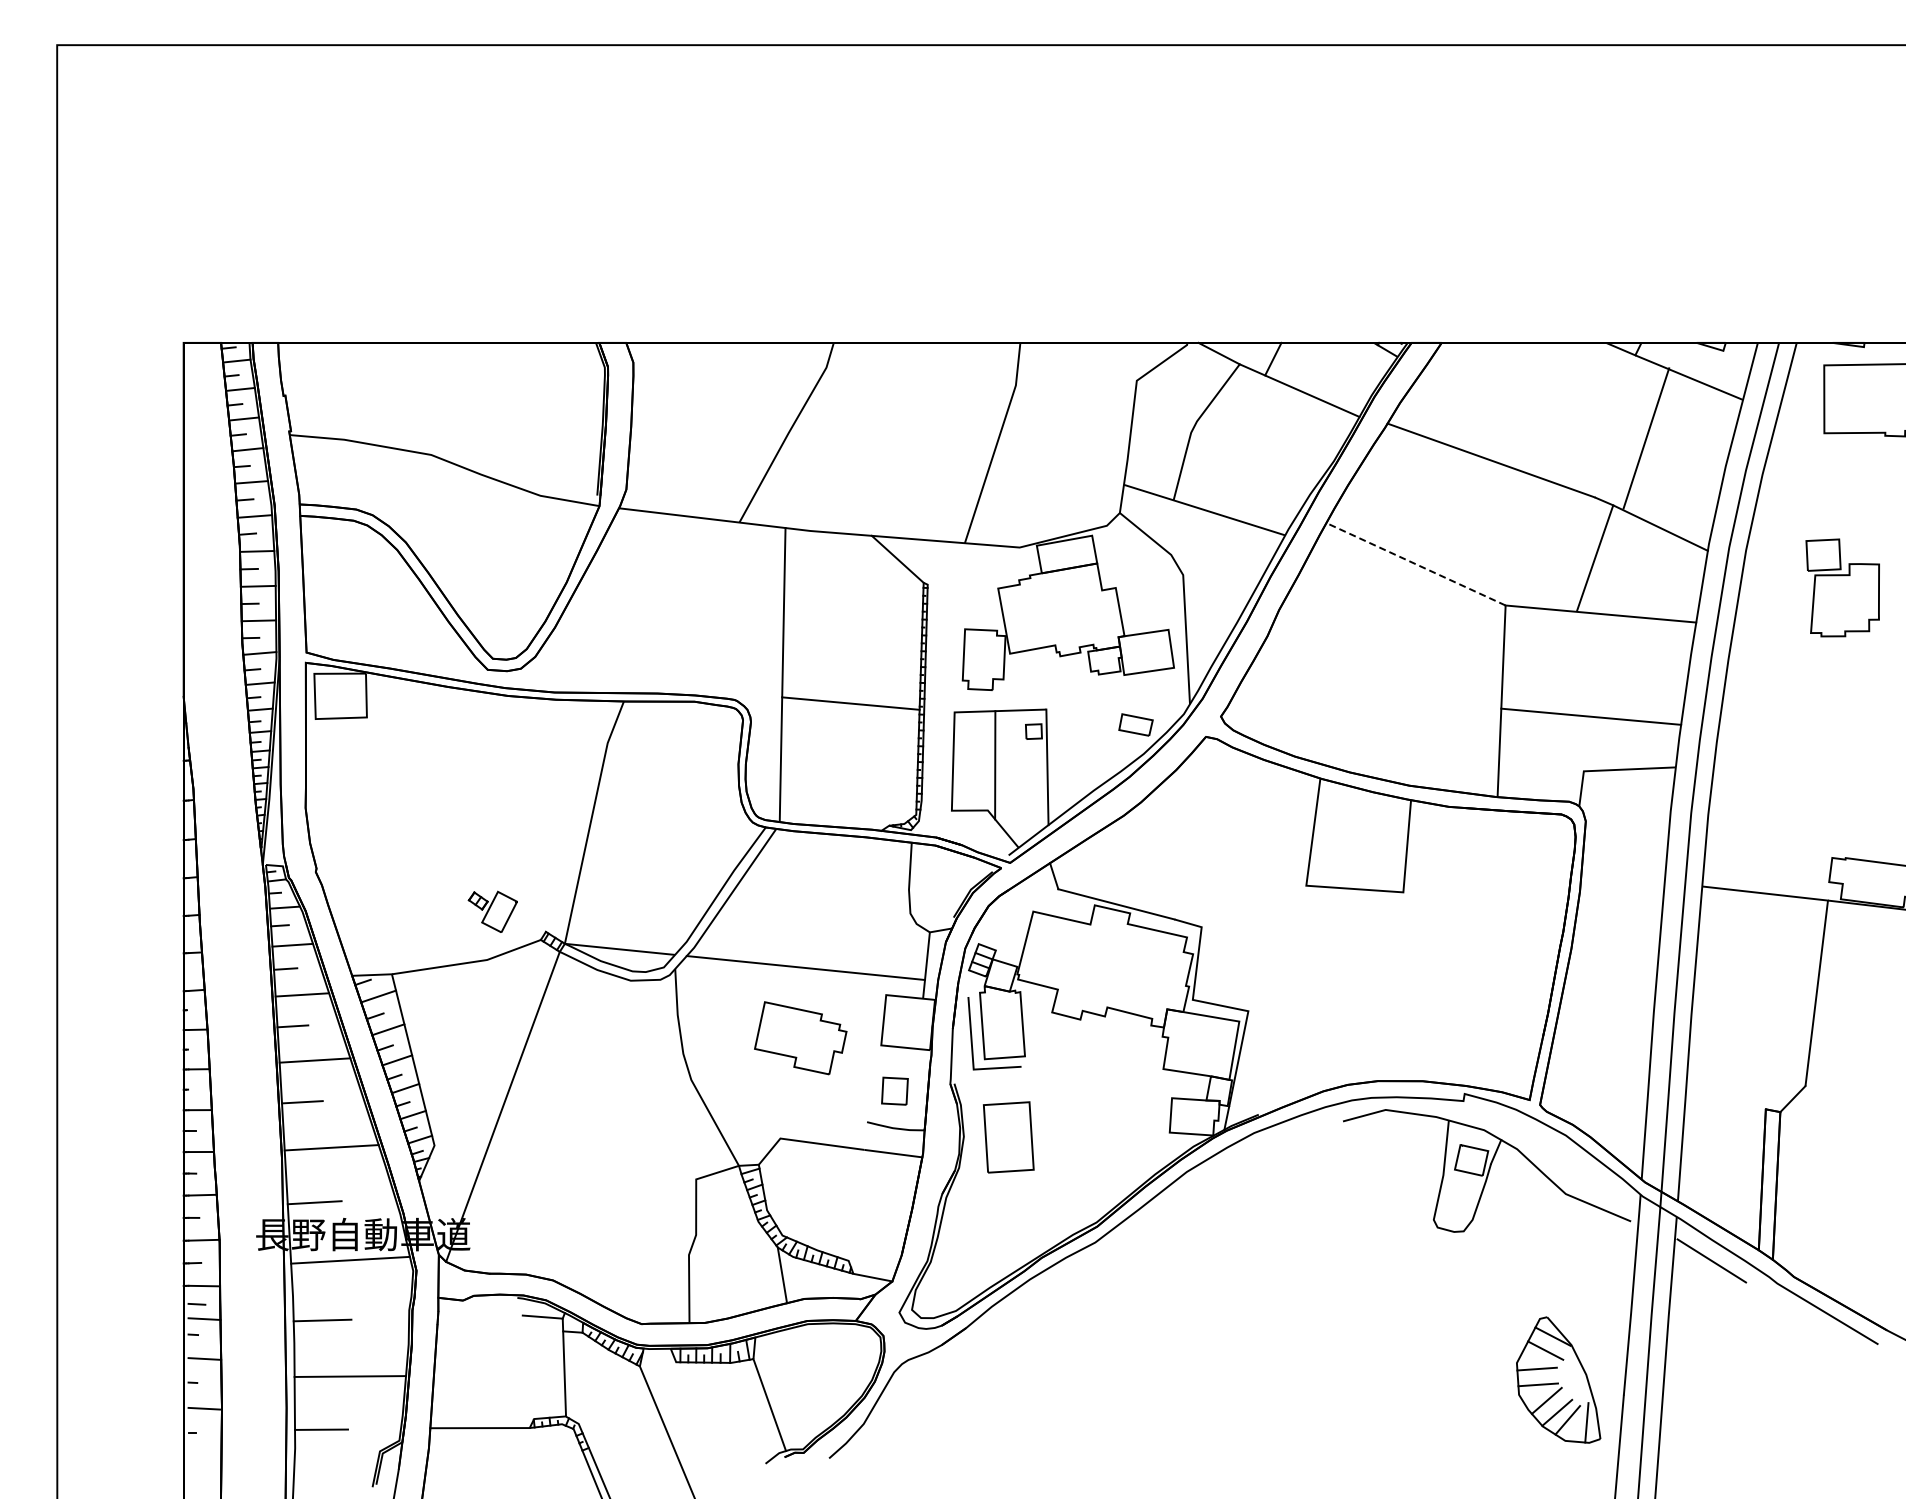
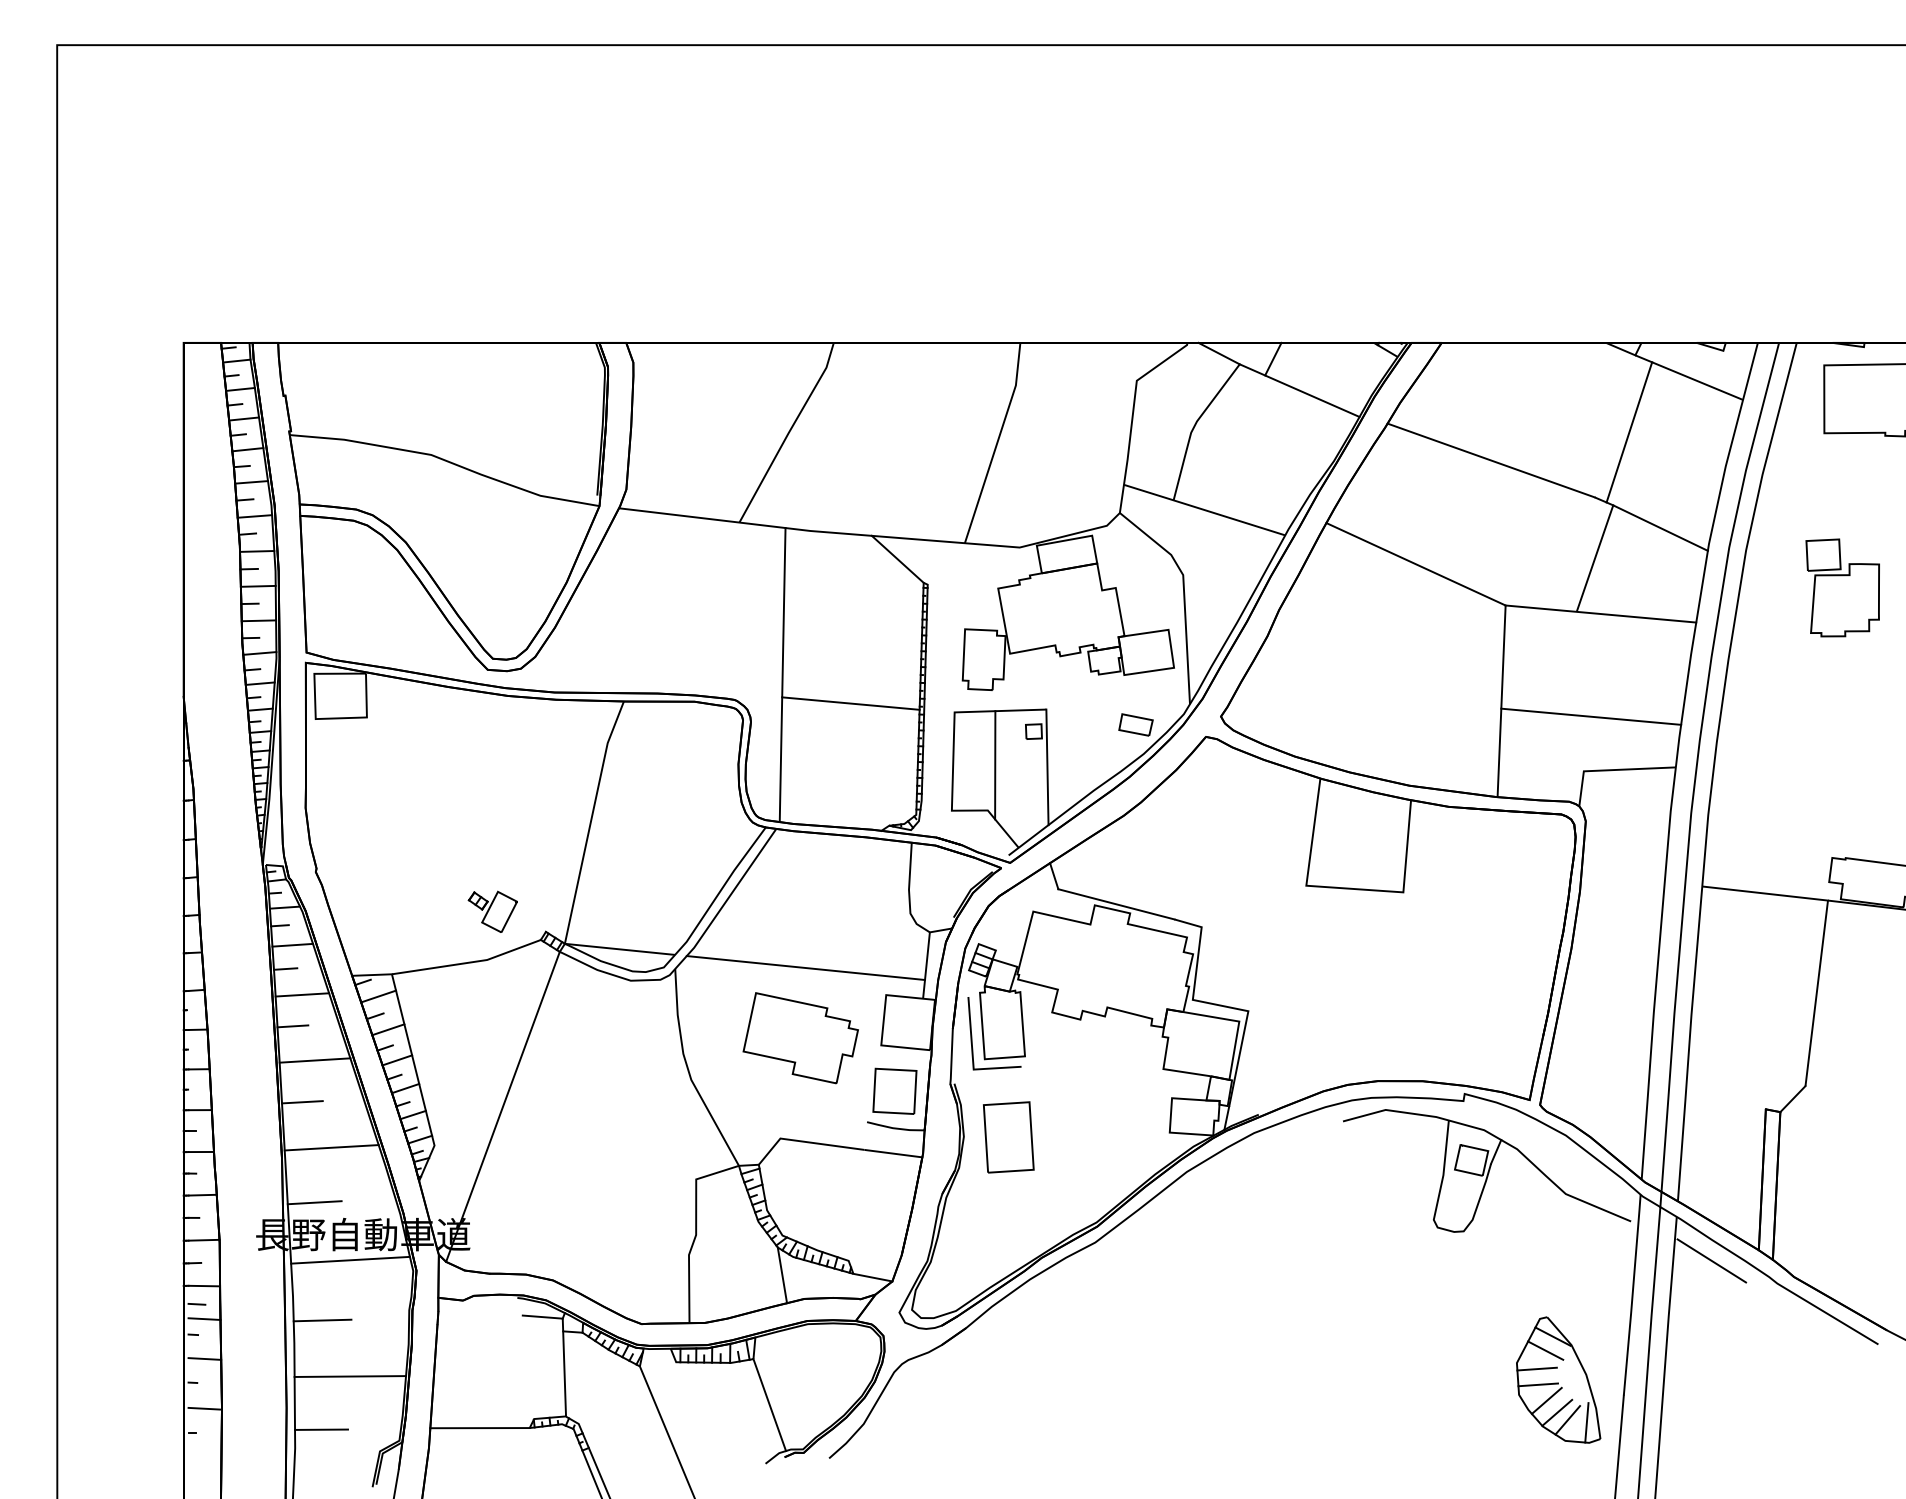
line at (1646, 438) position: (1646, 438) -> (1629, 432)
line at (1416, 564): dashed -> solid
part at (800, 1038) size: 94x75 px -> 117x93 px
part at (894, 1090) size: 28x30 px -> 46x48 px
